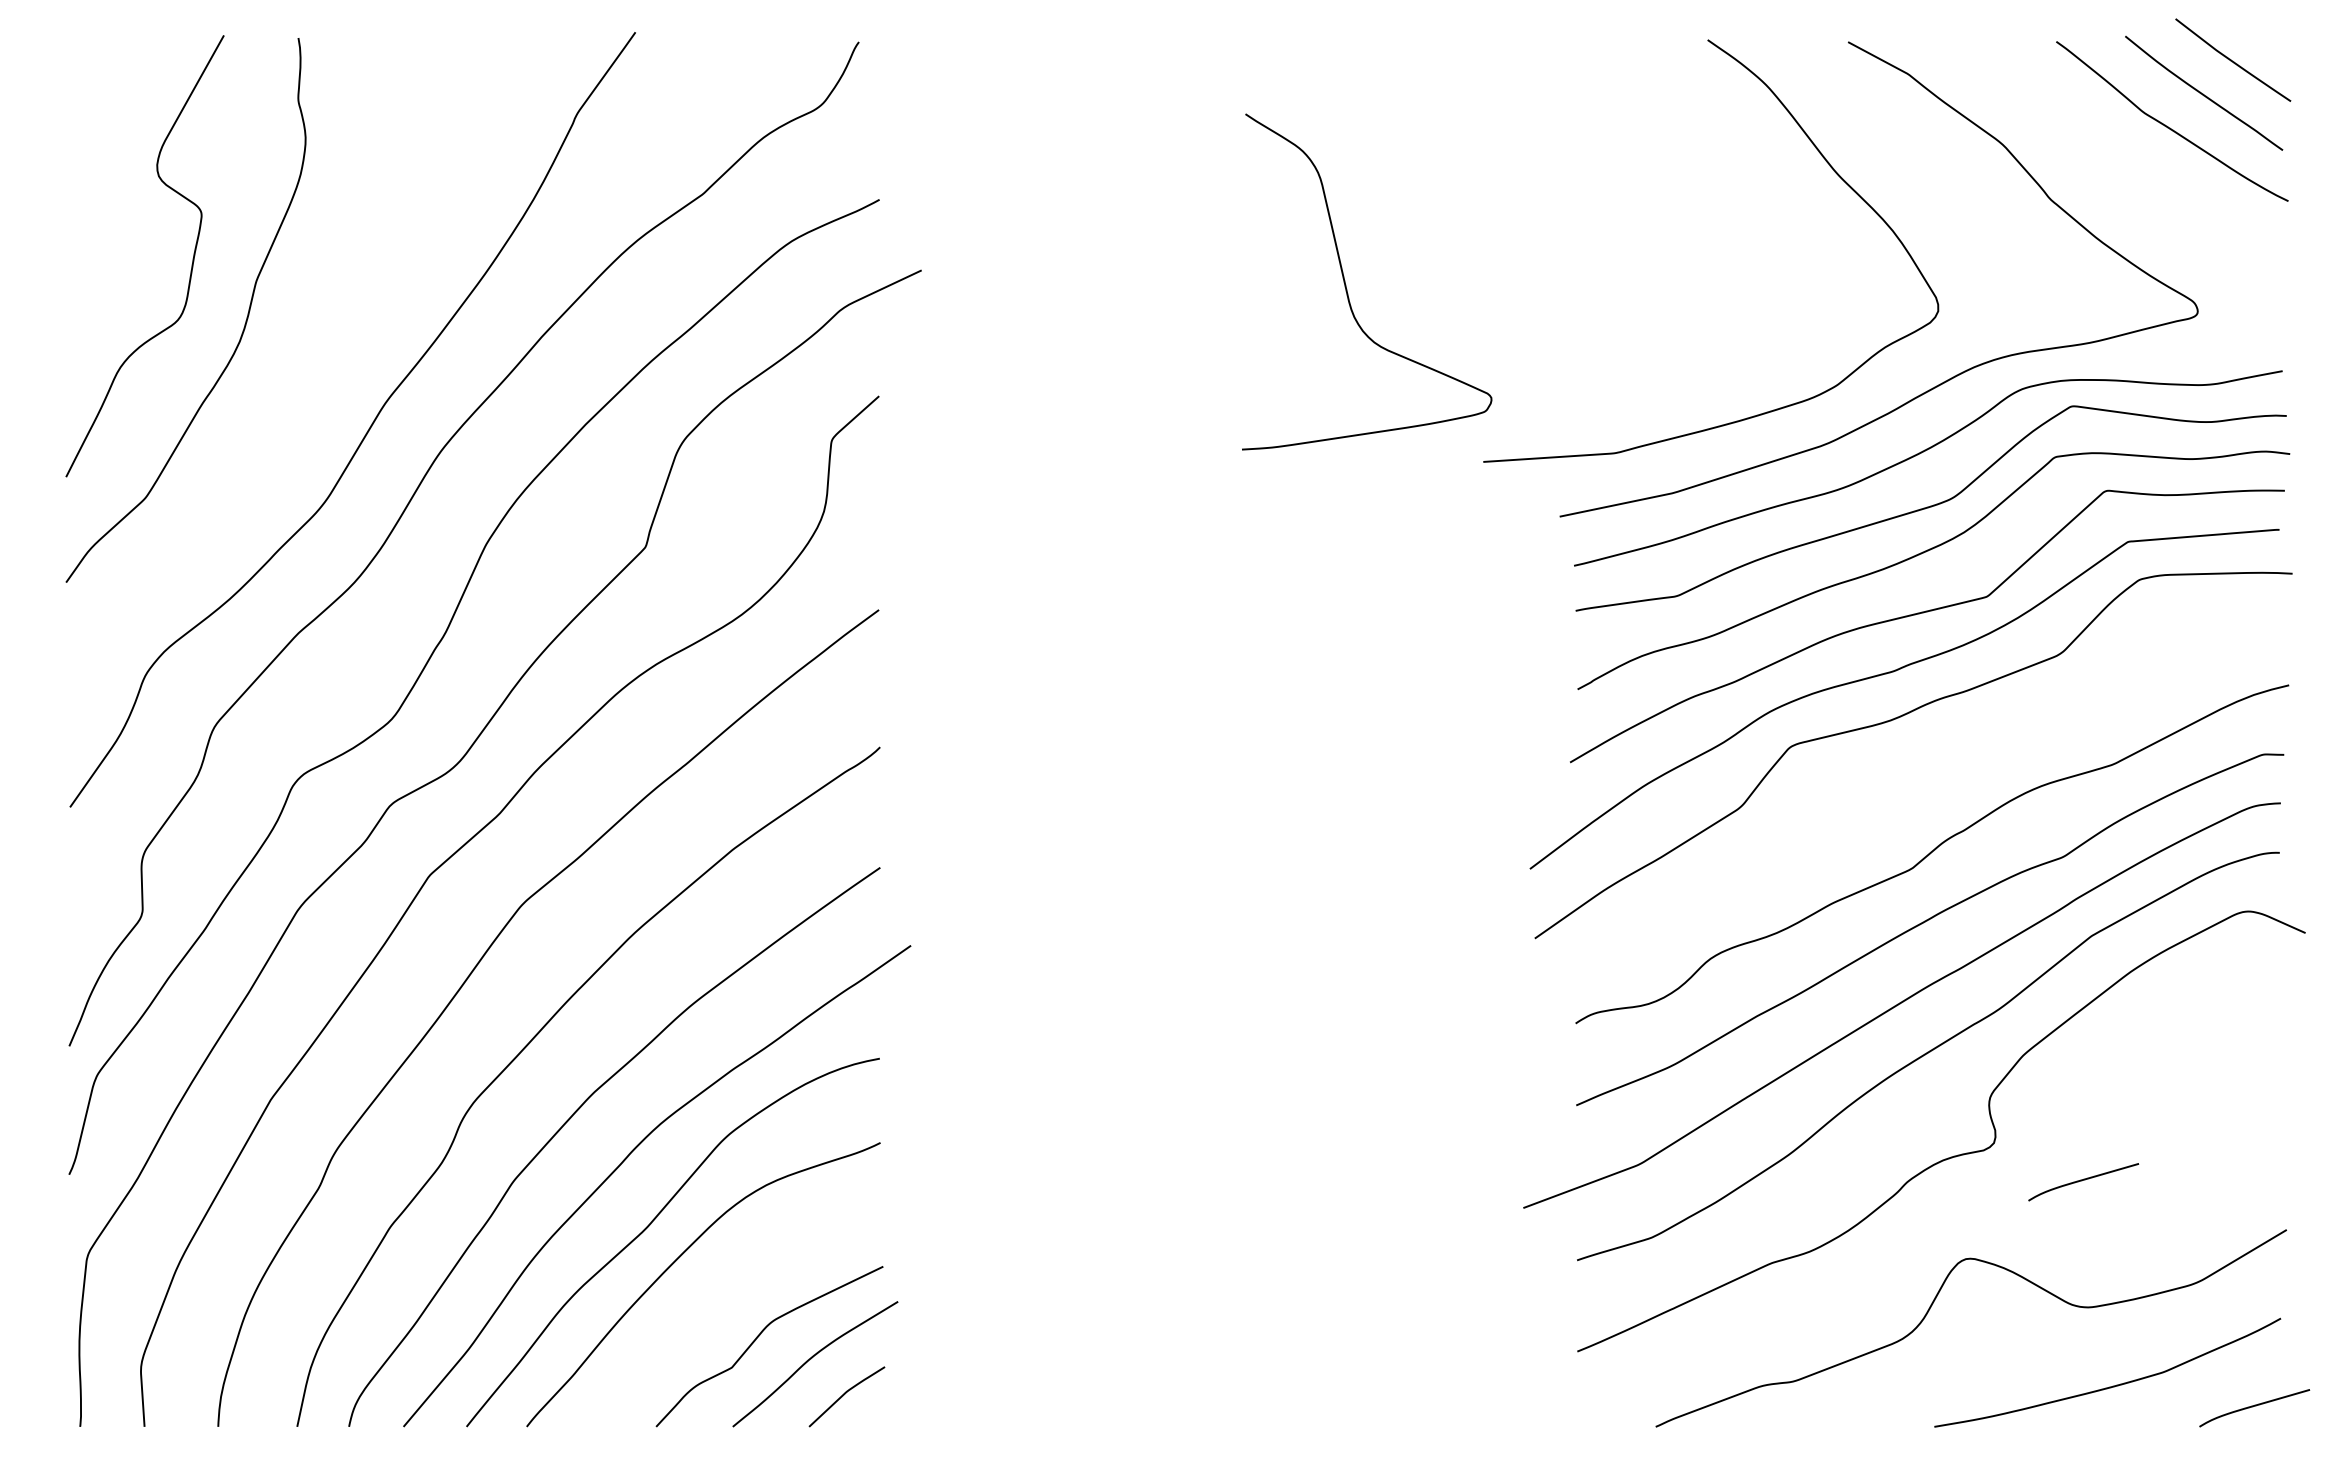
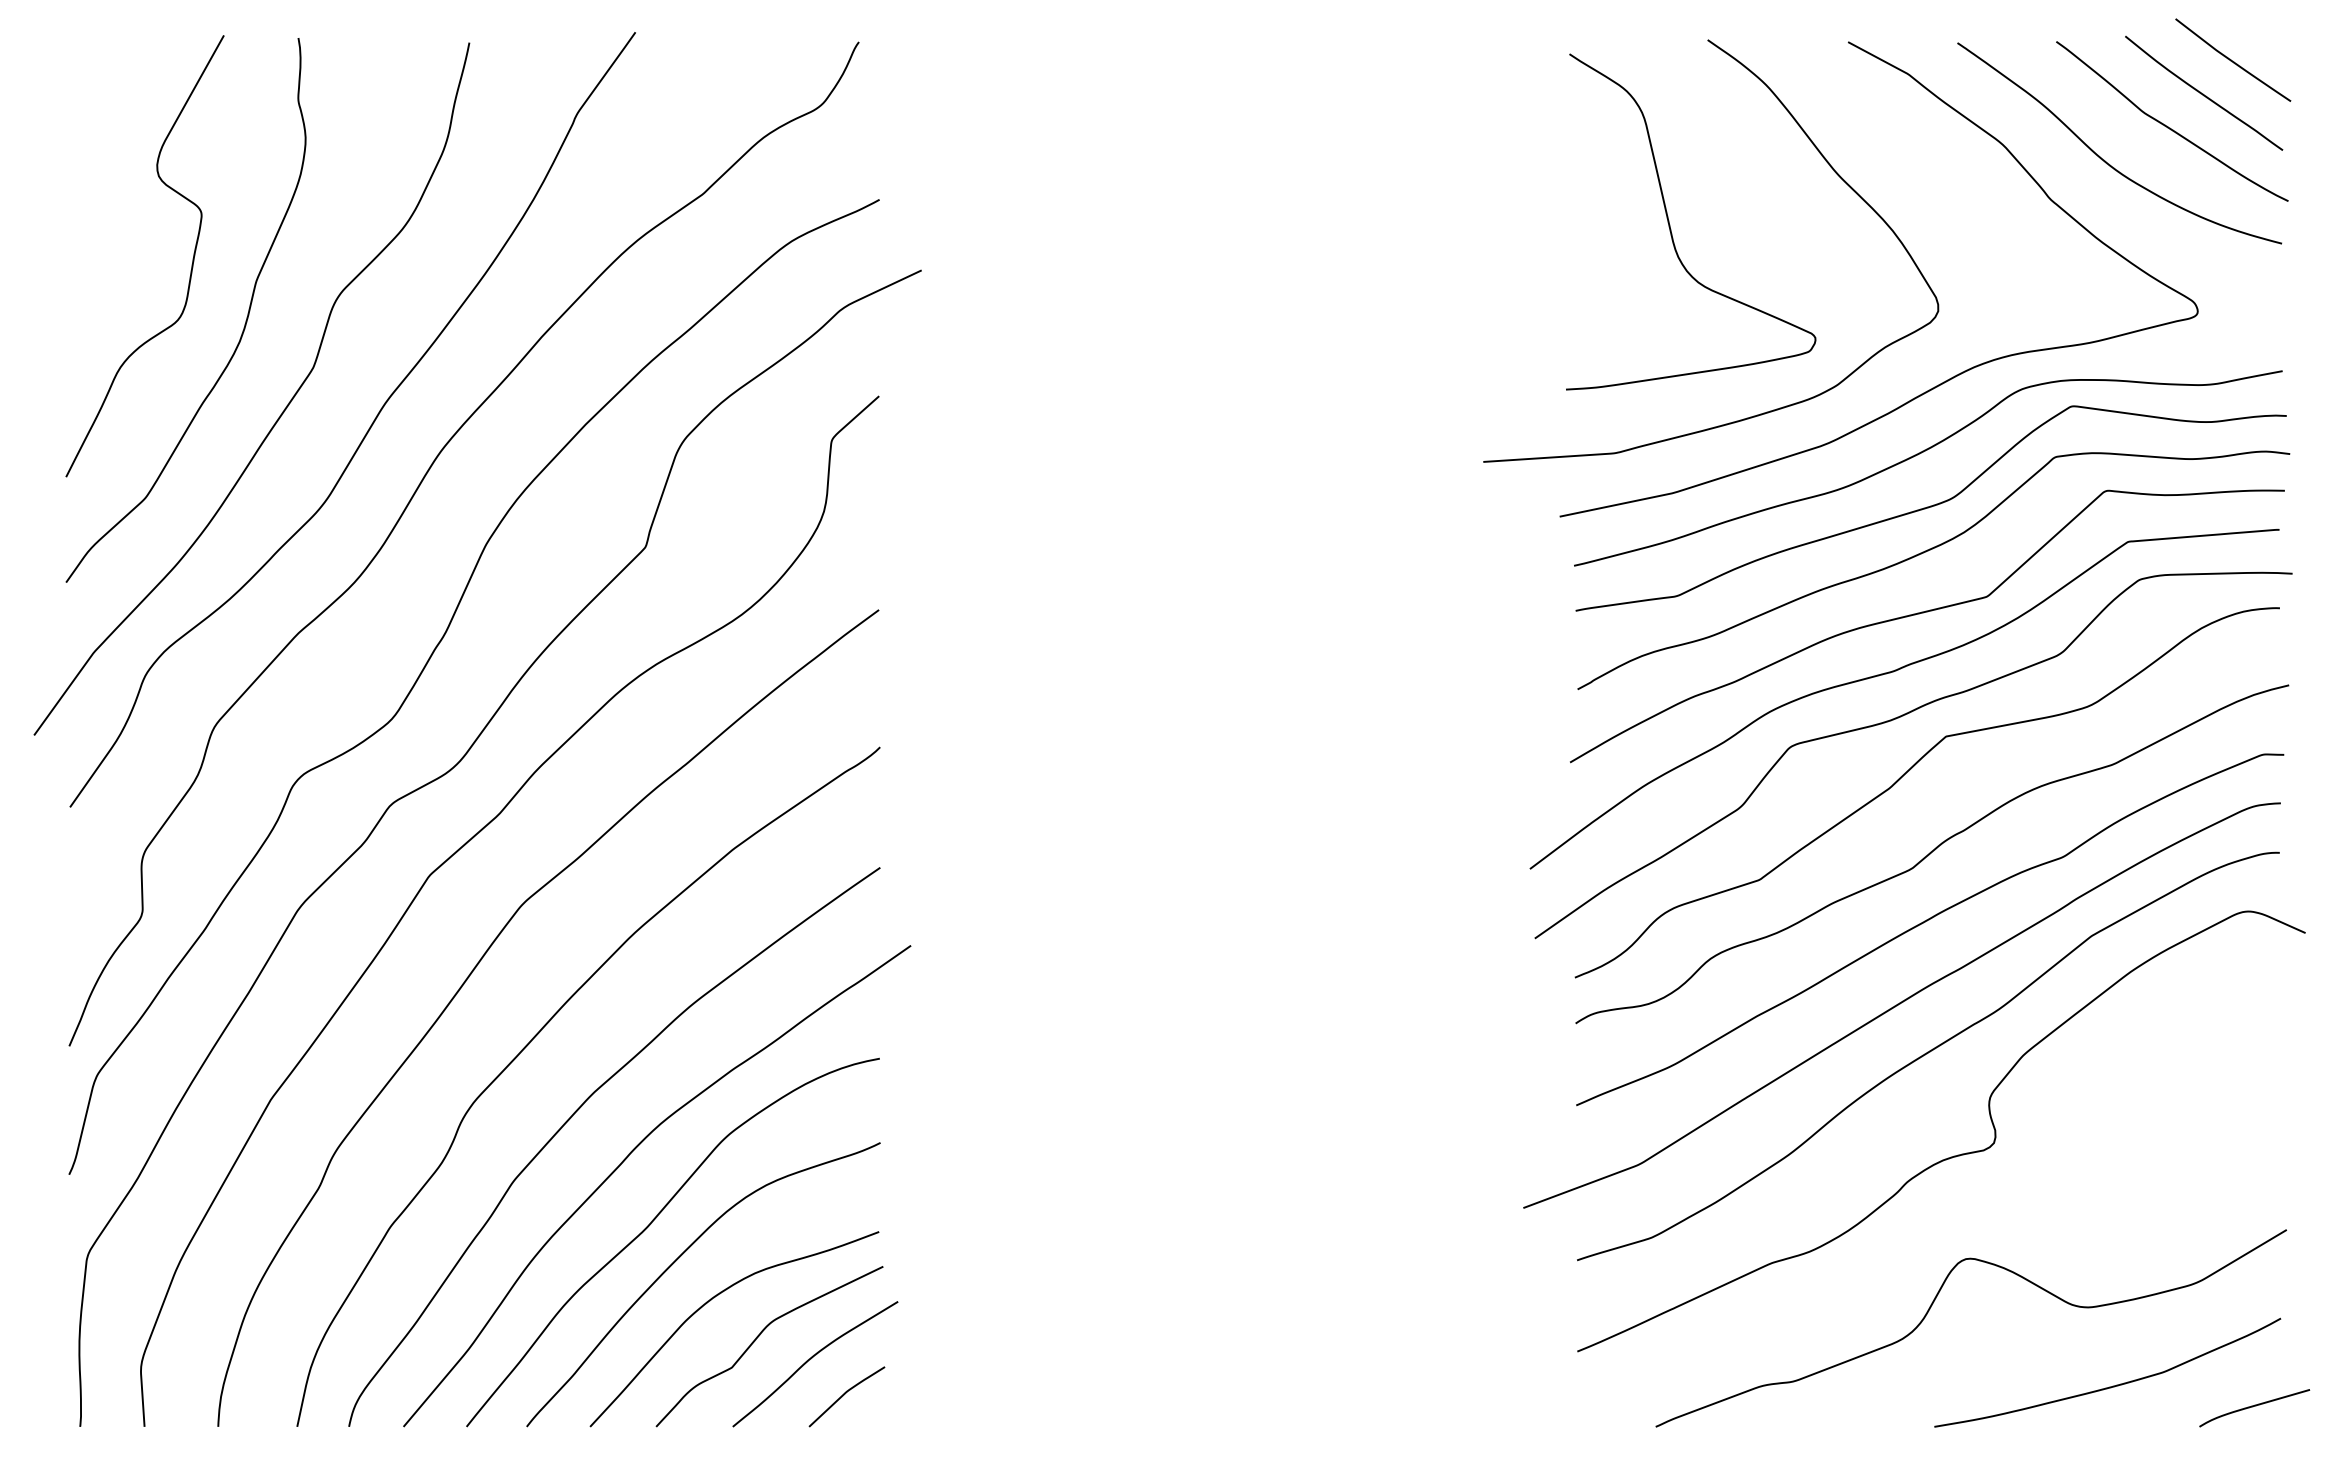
curve at (2104, 159): none -> present
curve at (1346, 284) position: (1346, 284) -> (1670, 224)
curve at (284, 408): none -> present
curve at (1910, 770): none -> present
curve at (2082, 1181): present -> none
curve at (710, 1301): none -> present
